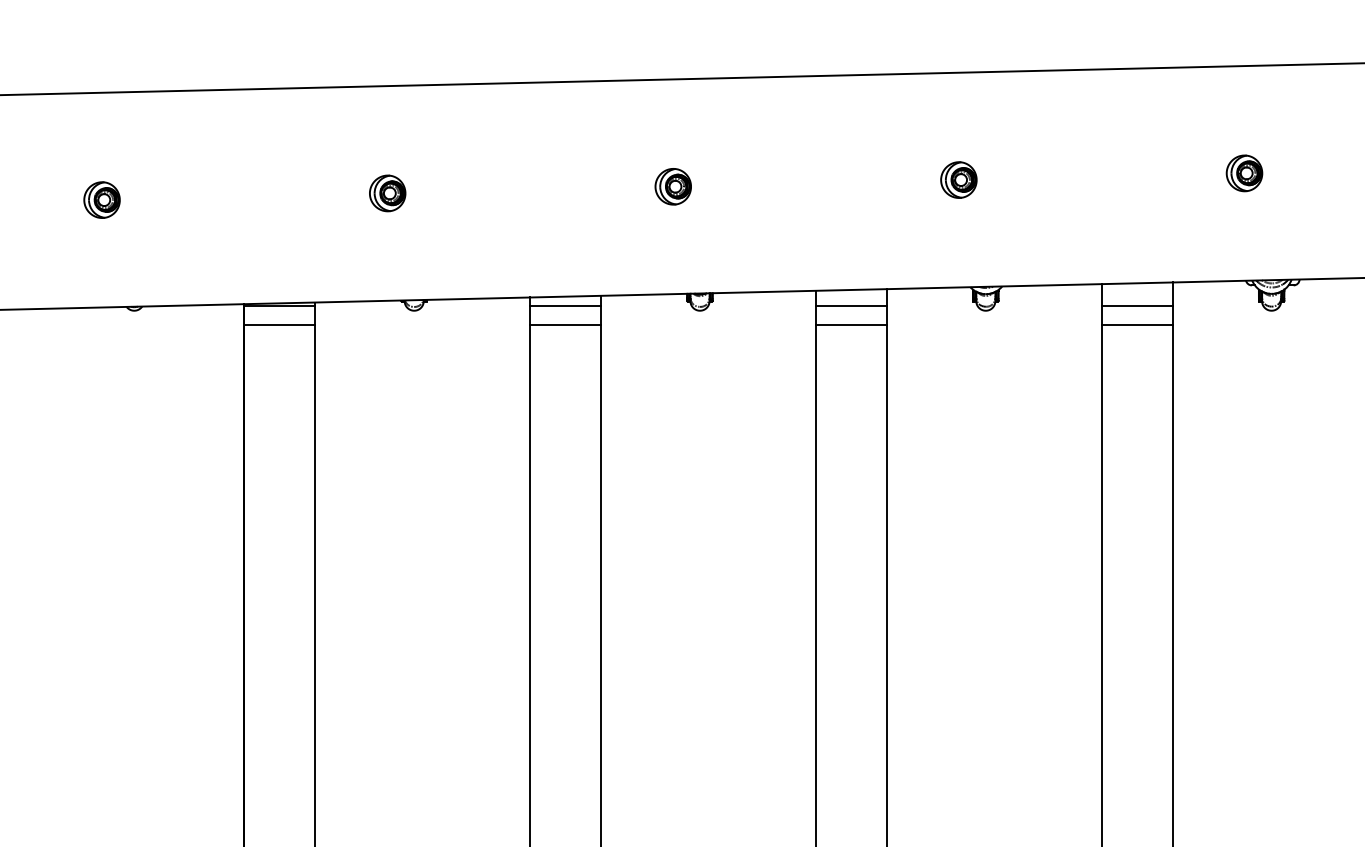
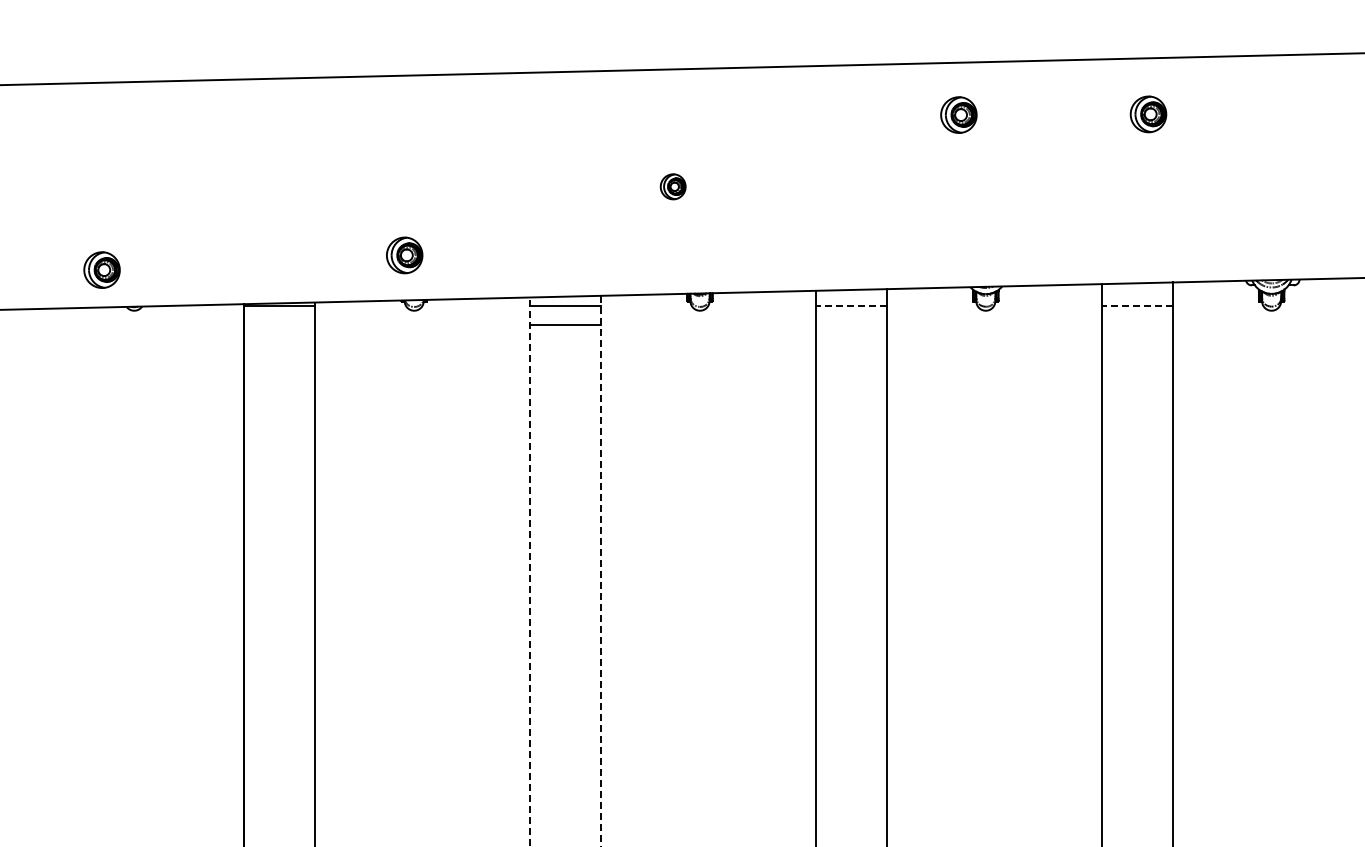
line at (681, 79) position: (681, 79) -> (681, 69)
part at (1244, 173) position: (1244, 173) -> (1148, 114)
part at (958, 179) position: (958, 179) -> (958, 114)
part at (672, 186) size: 38x38 px -> 28x28 px
part at (387, 193) position: (387, 193) -> (404, 255)
part at (101, 199) position: (101, 199) -> (101, 269)
line at (851, 305): solid -> dashed
line at (1137, 305): solid -> dashed
line at (279, 324): present -> none
line at (850, 324): present -> none
line at (1136, 324): present -> none
line at (530, 571): solid -> dashed
line at (601, 571): solid -> dashed
